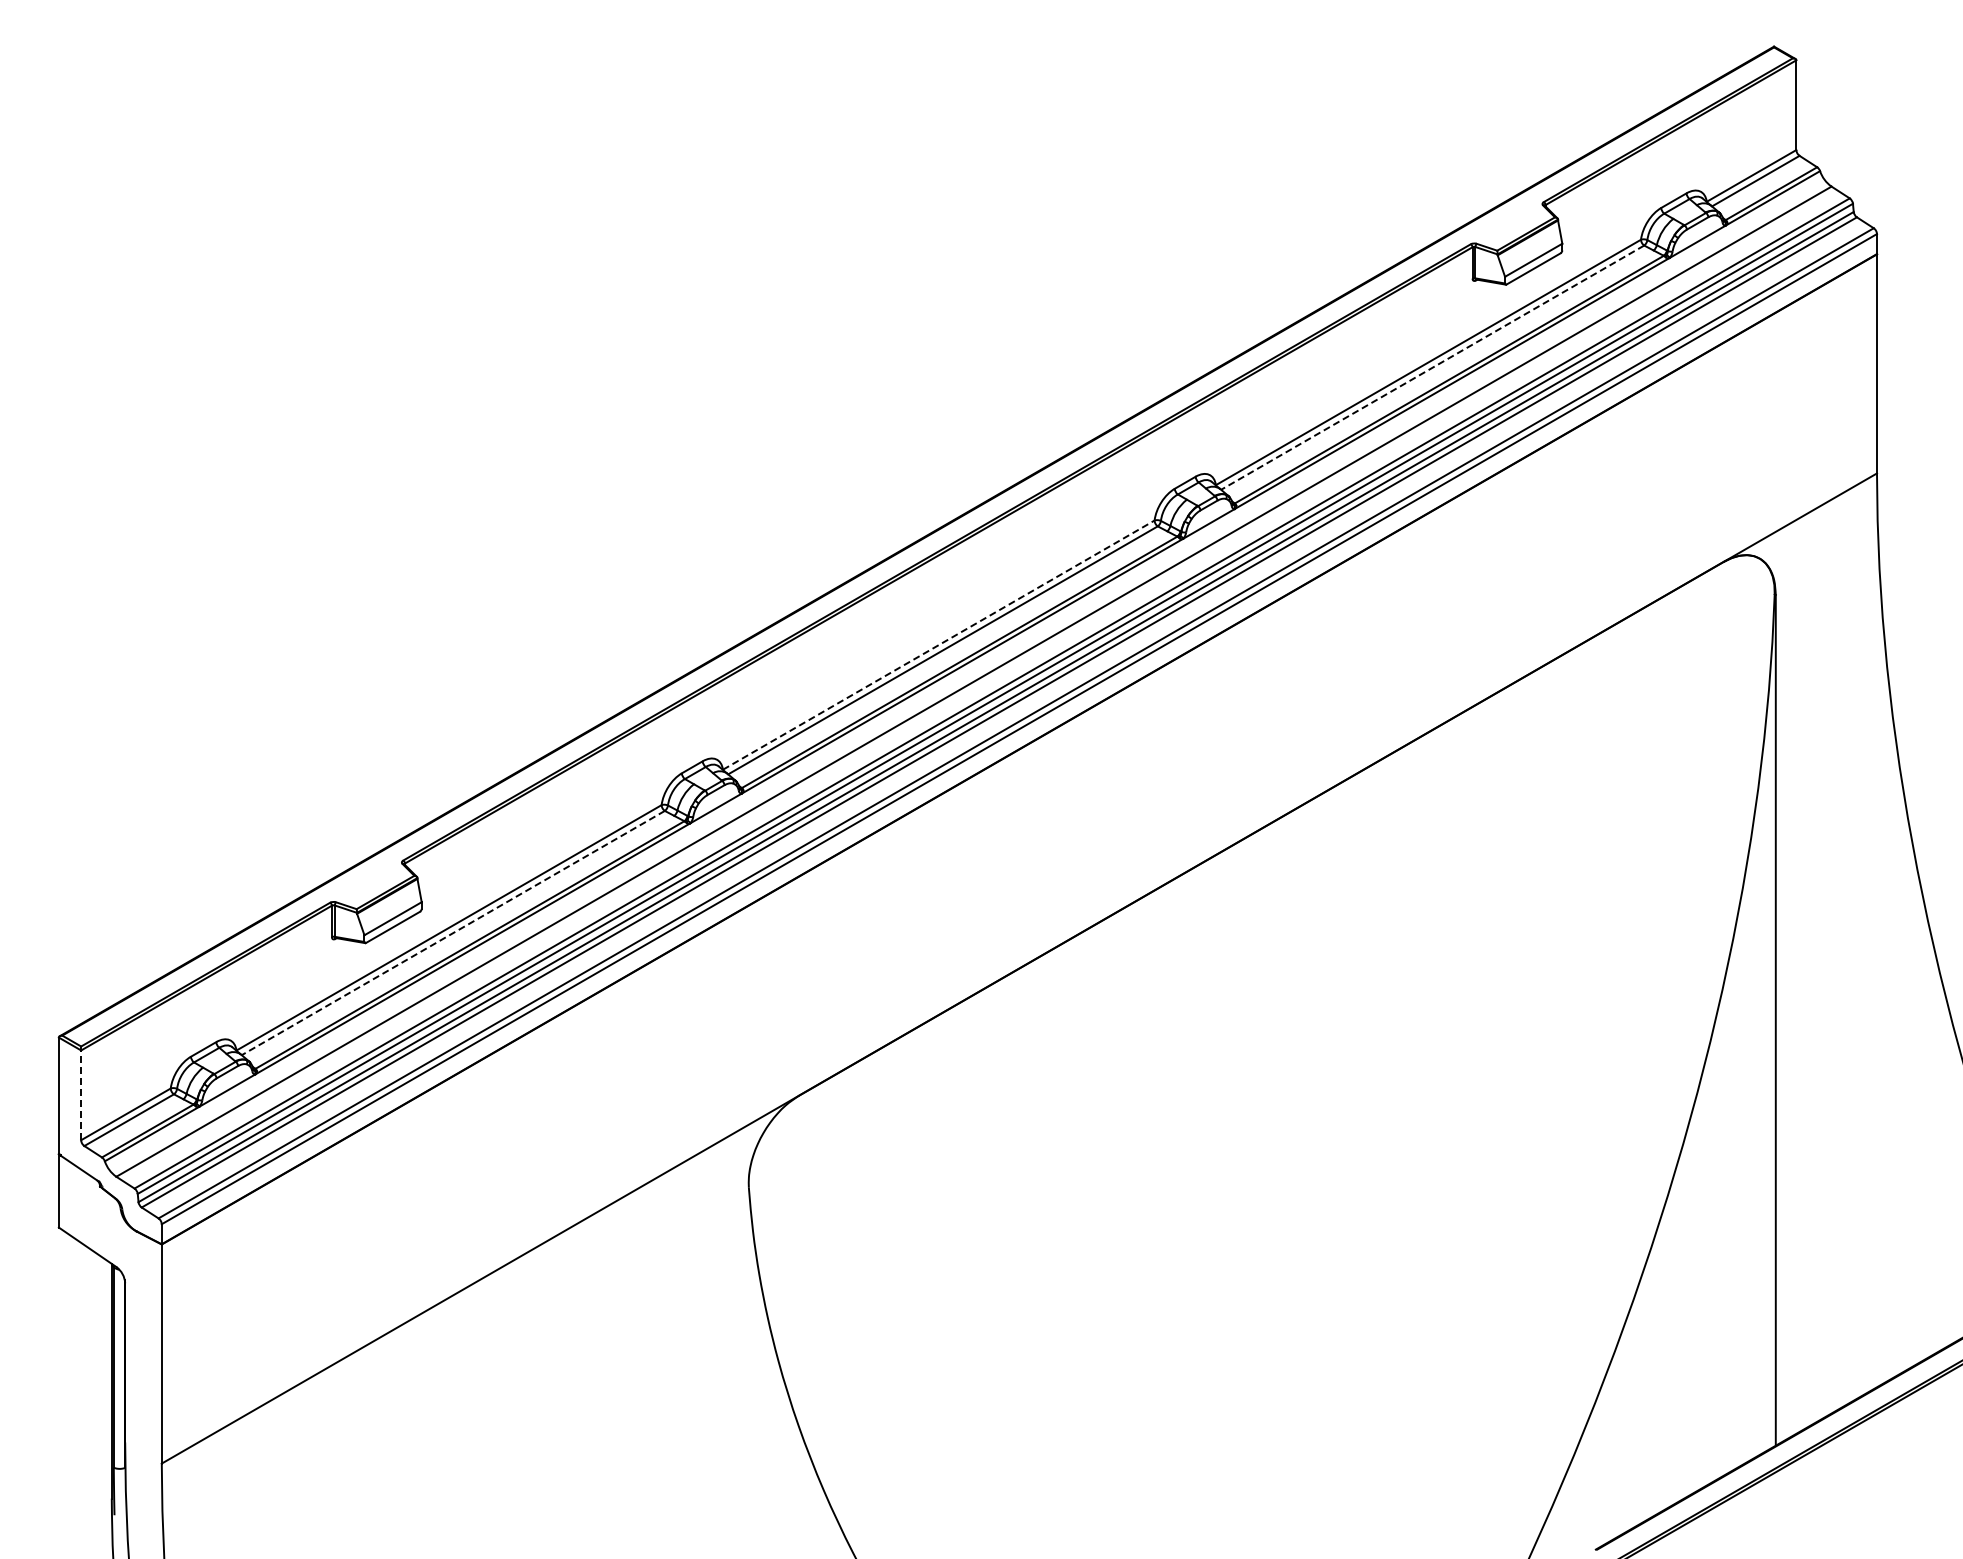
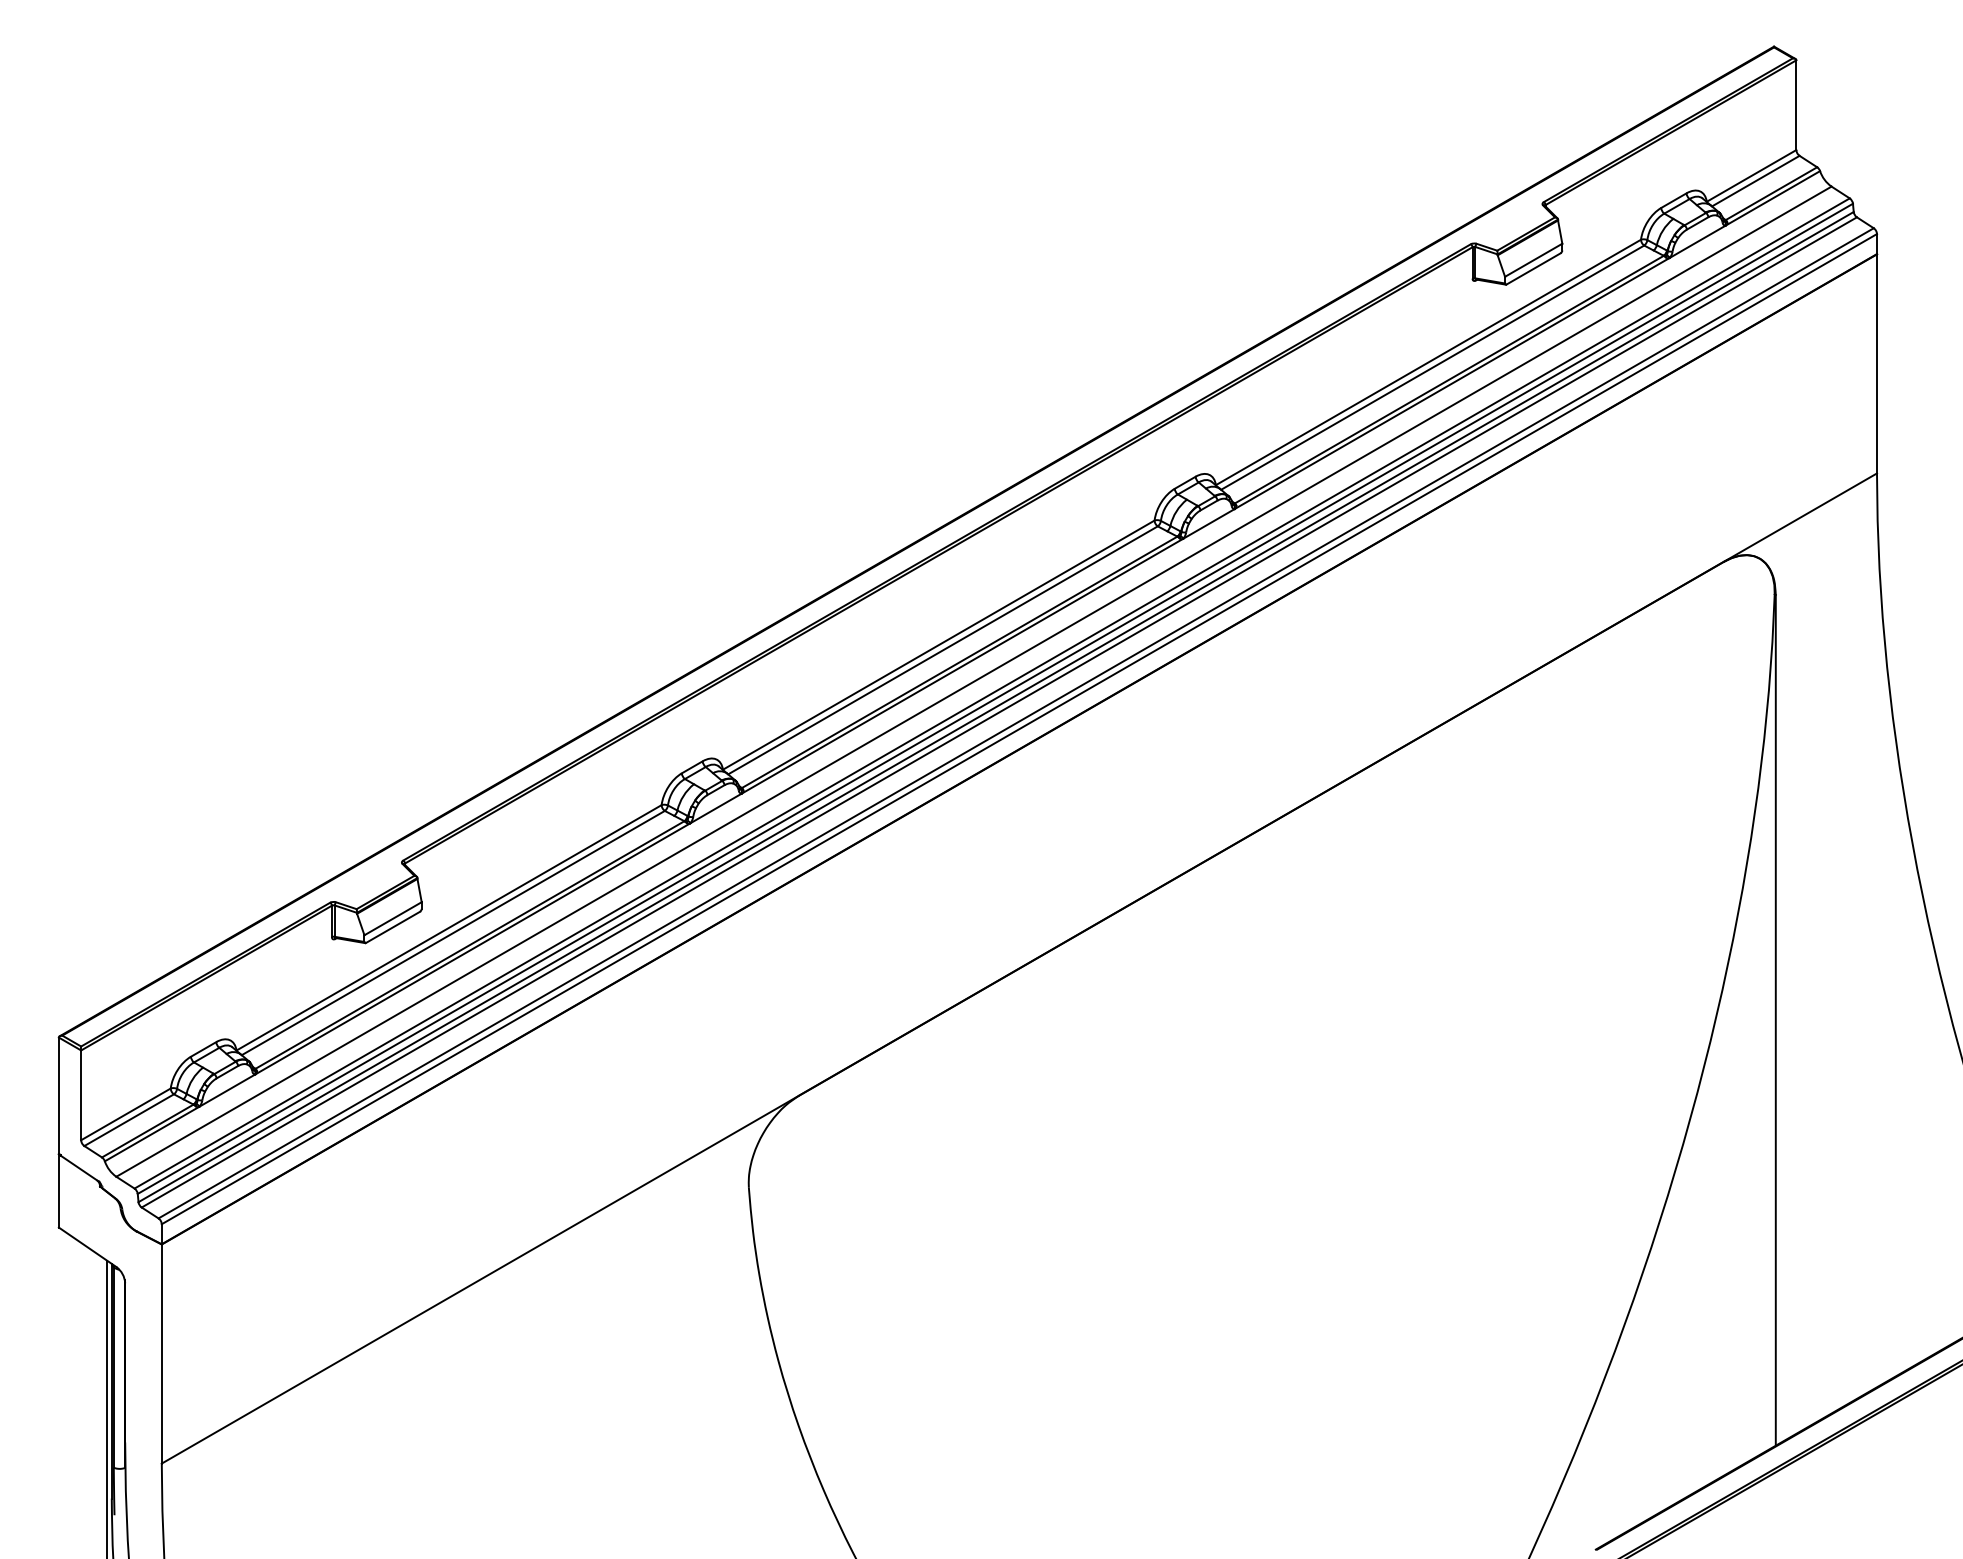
line at (1432, 367): dashed -> solid
line at (939, 644): dashed -> solid
line at (452, 933): dashed -> solid
line at (81, 1095): dashed -> solid
line at (106, 1407): none -> present
